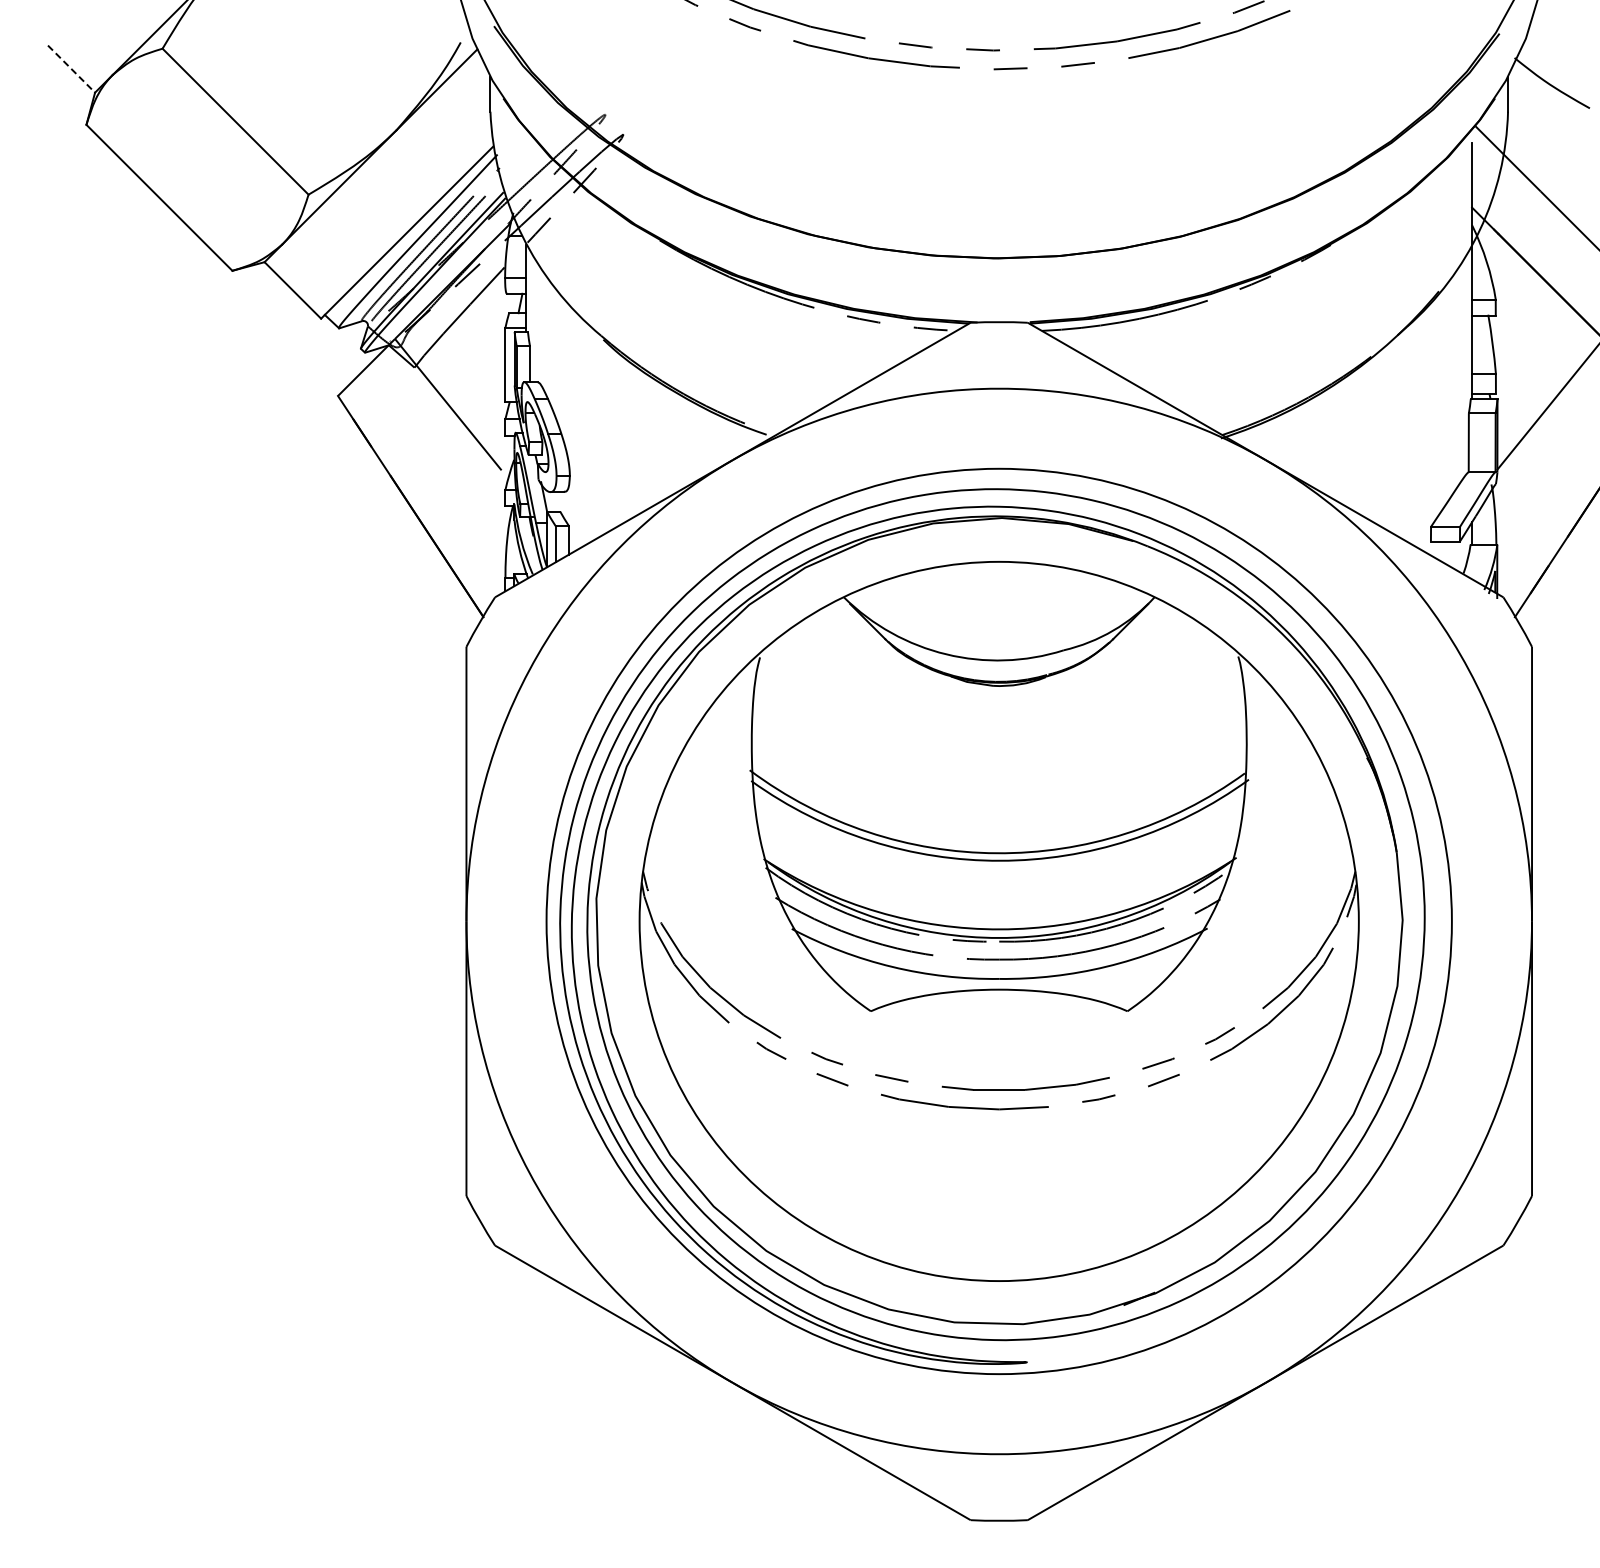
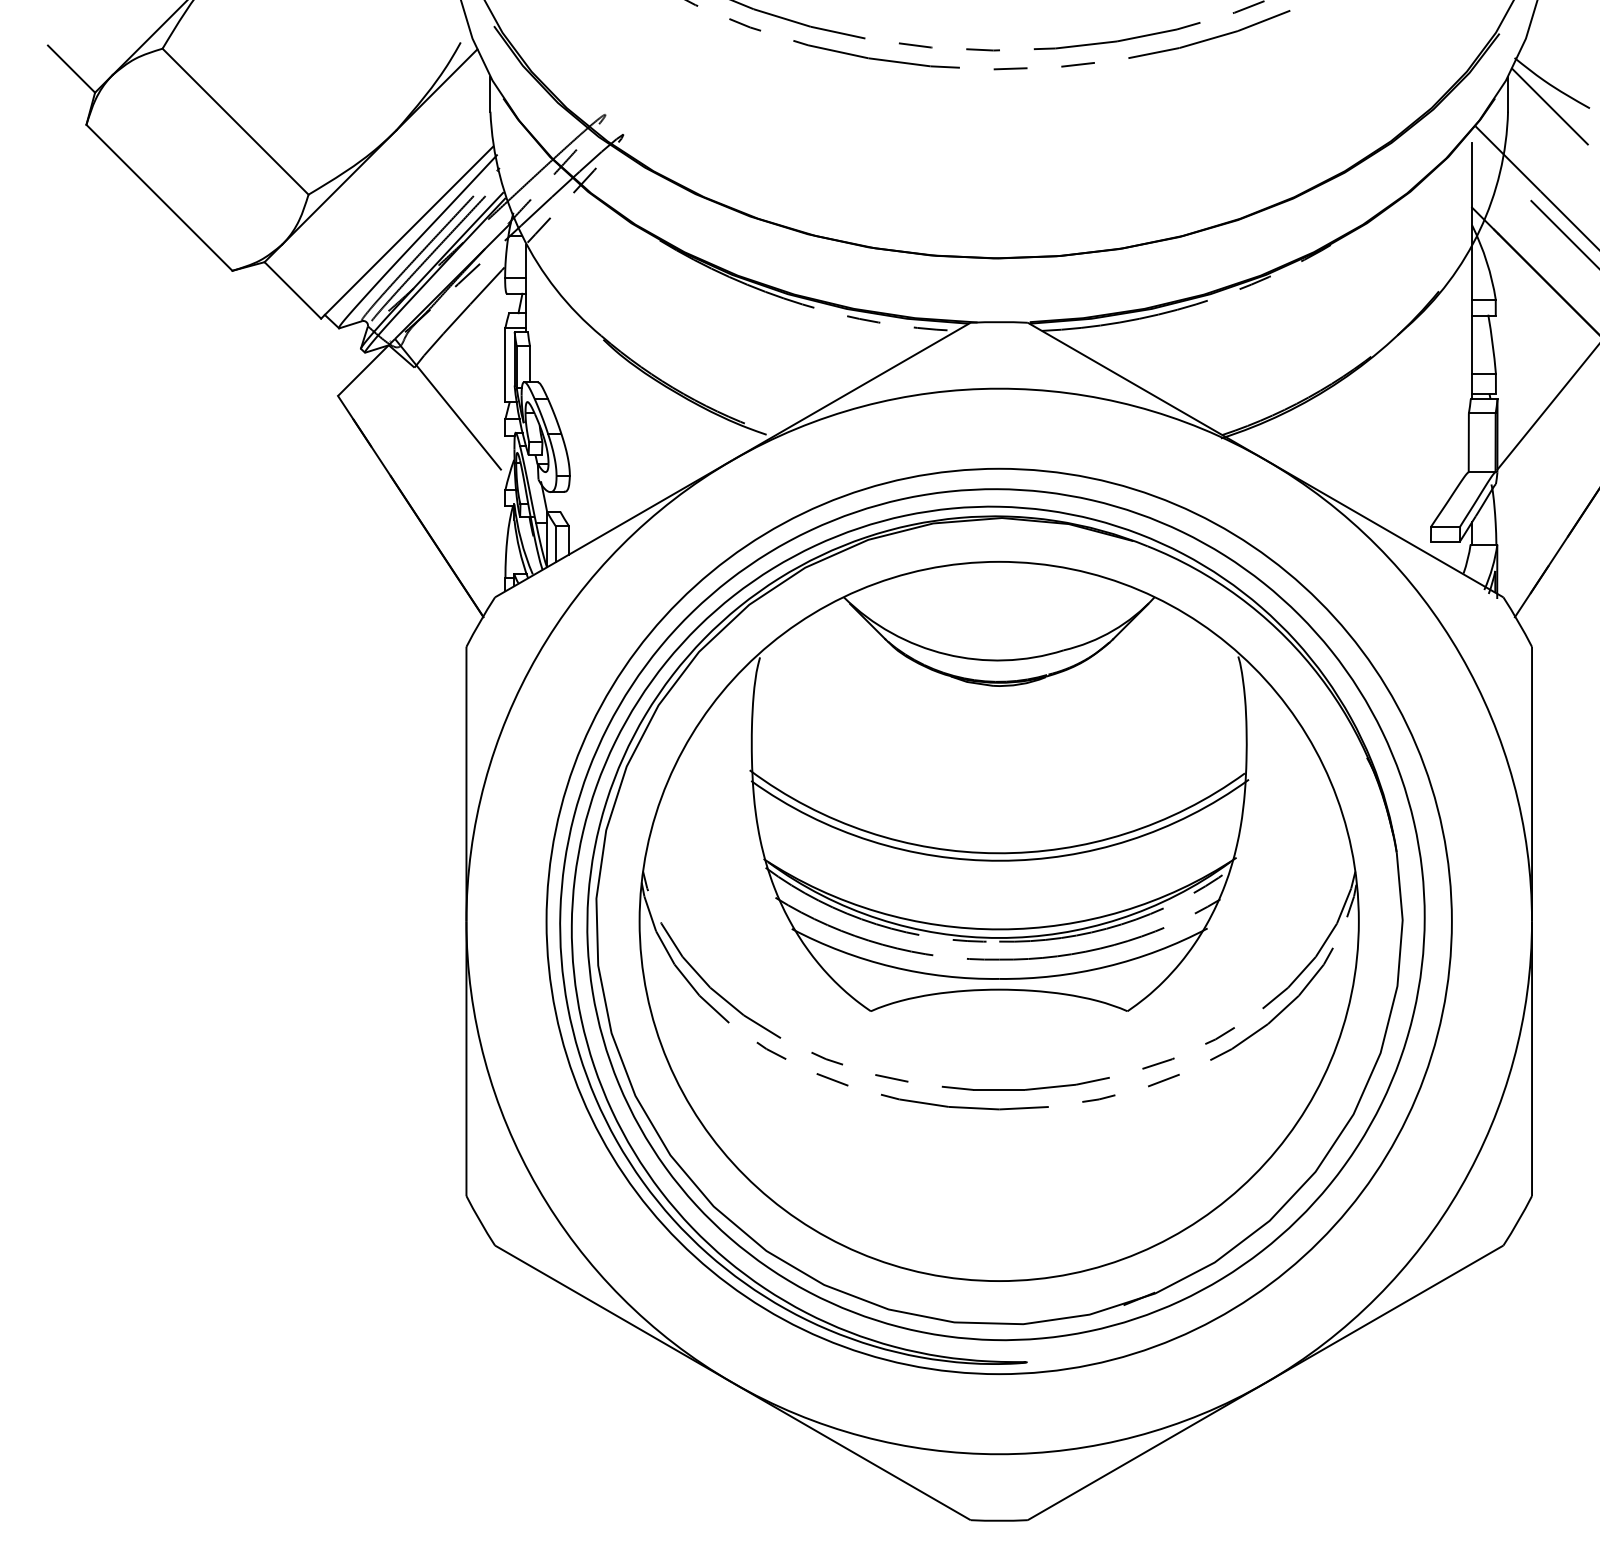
line at (71, 69): dashed -> solid
line at (1549, 106): none -> present
line at (1563, 233): none -> present
